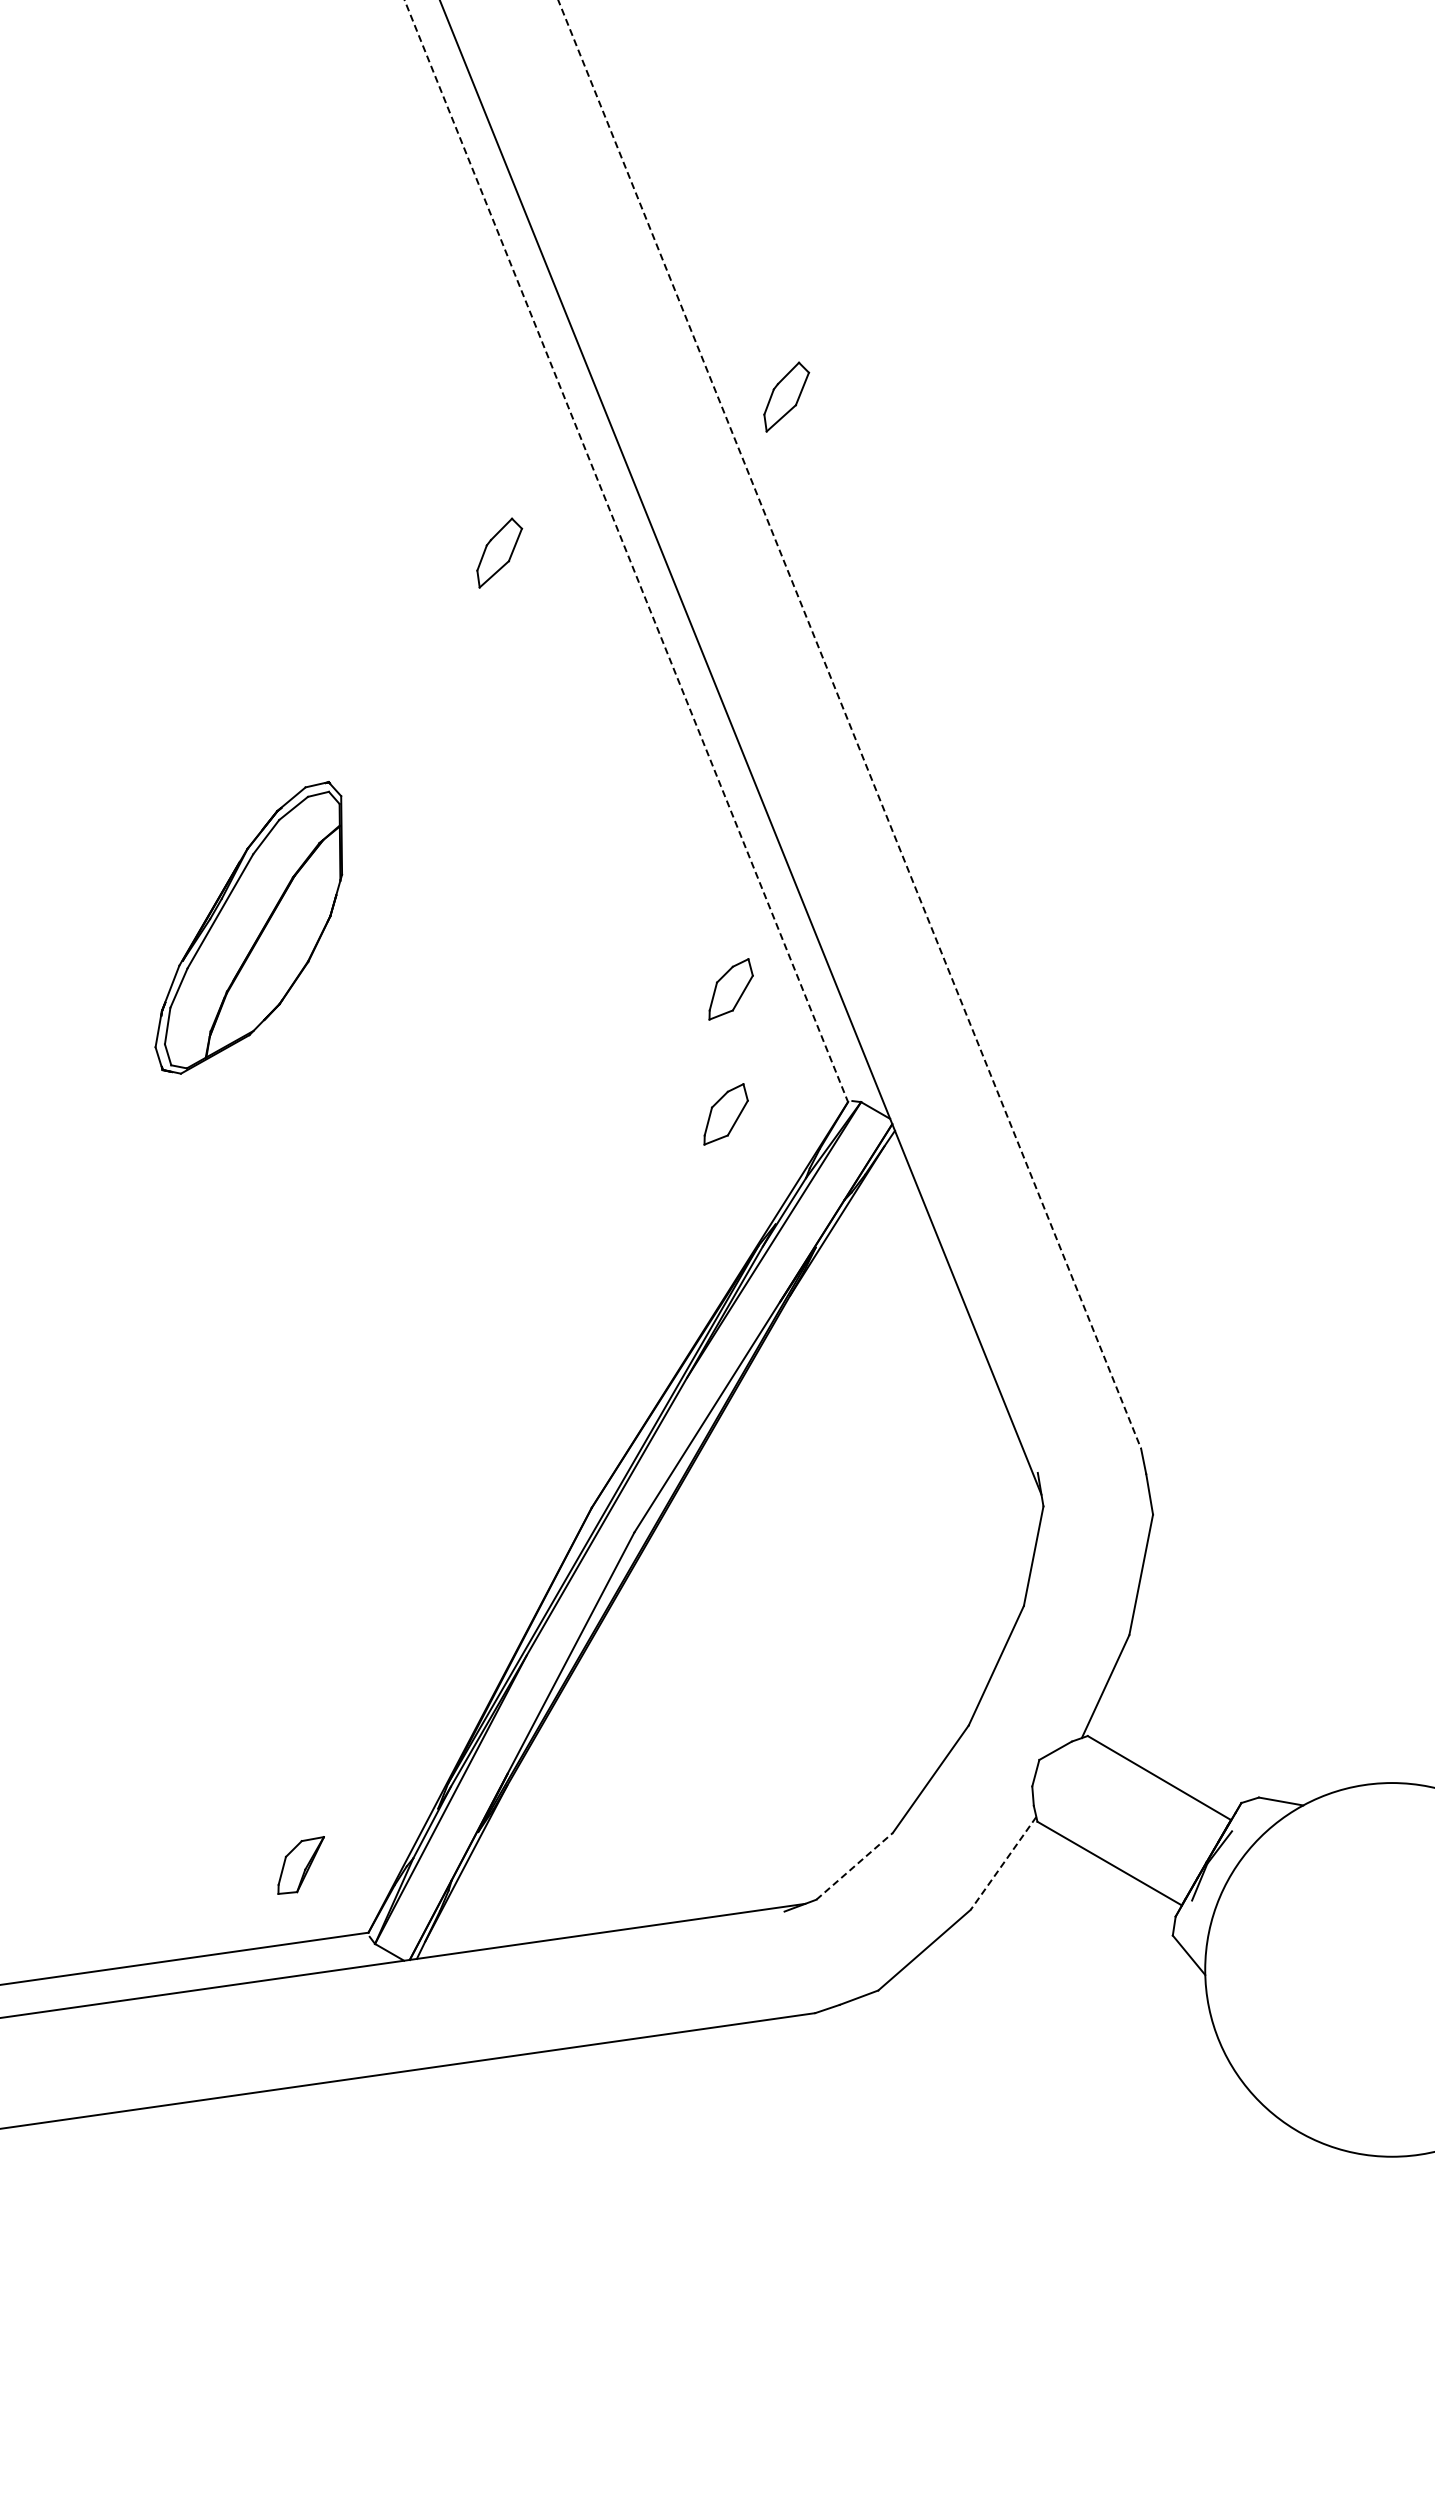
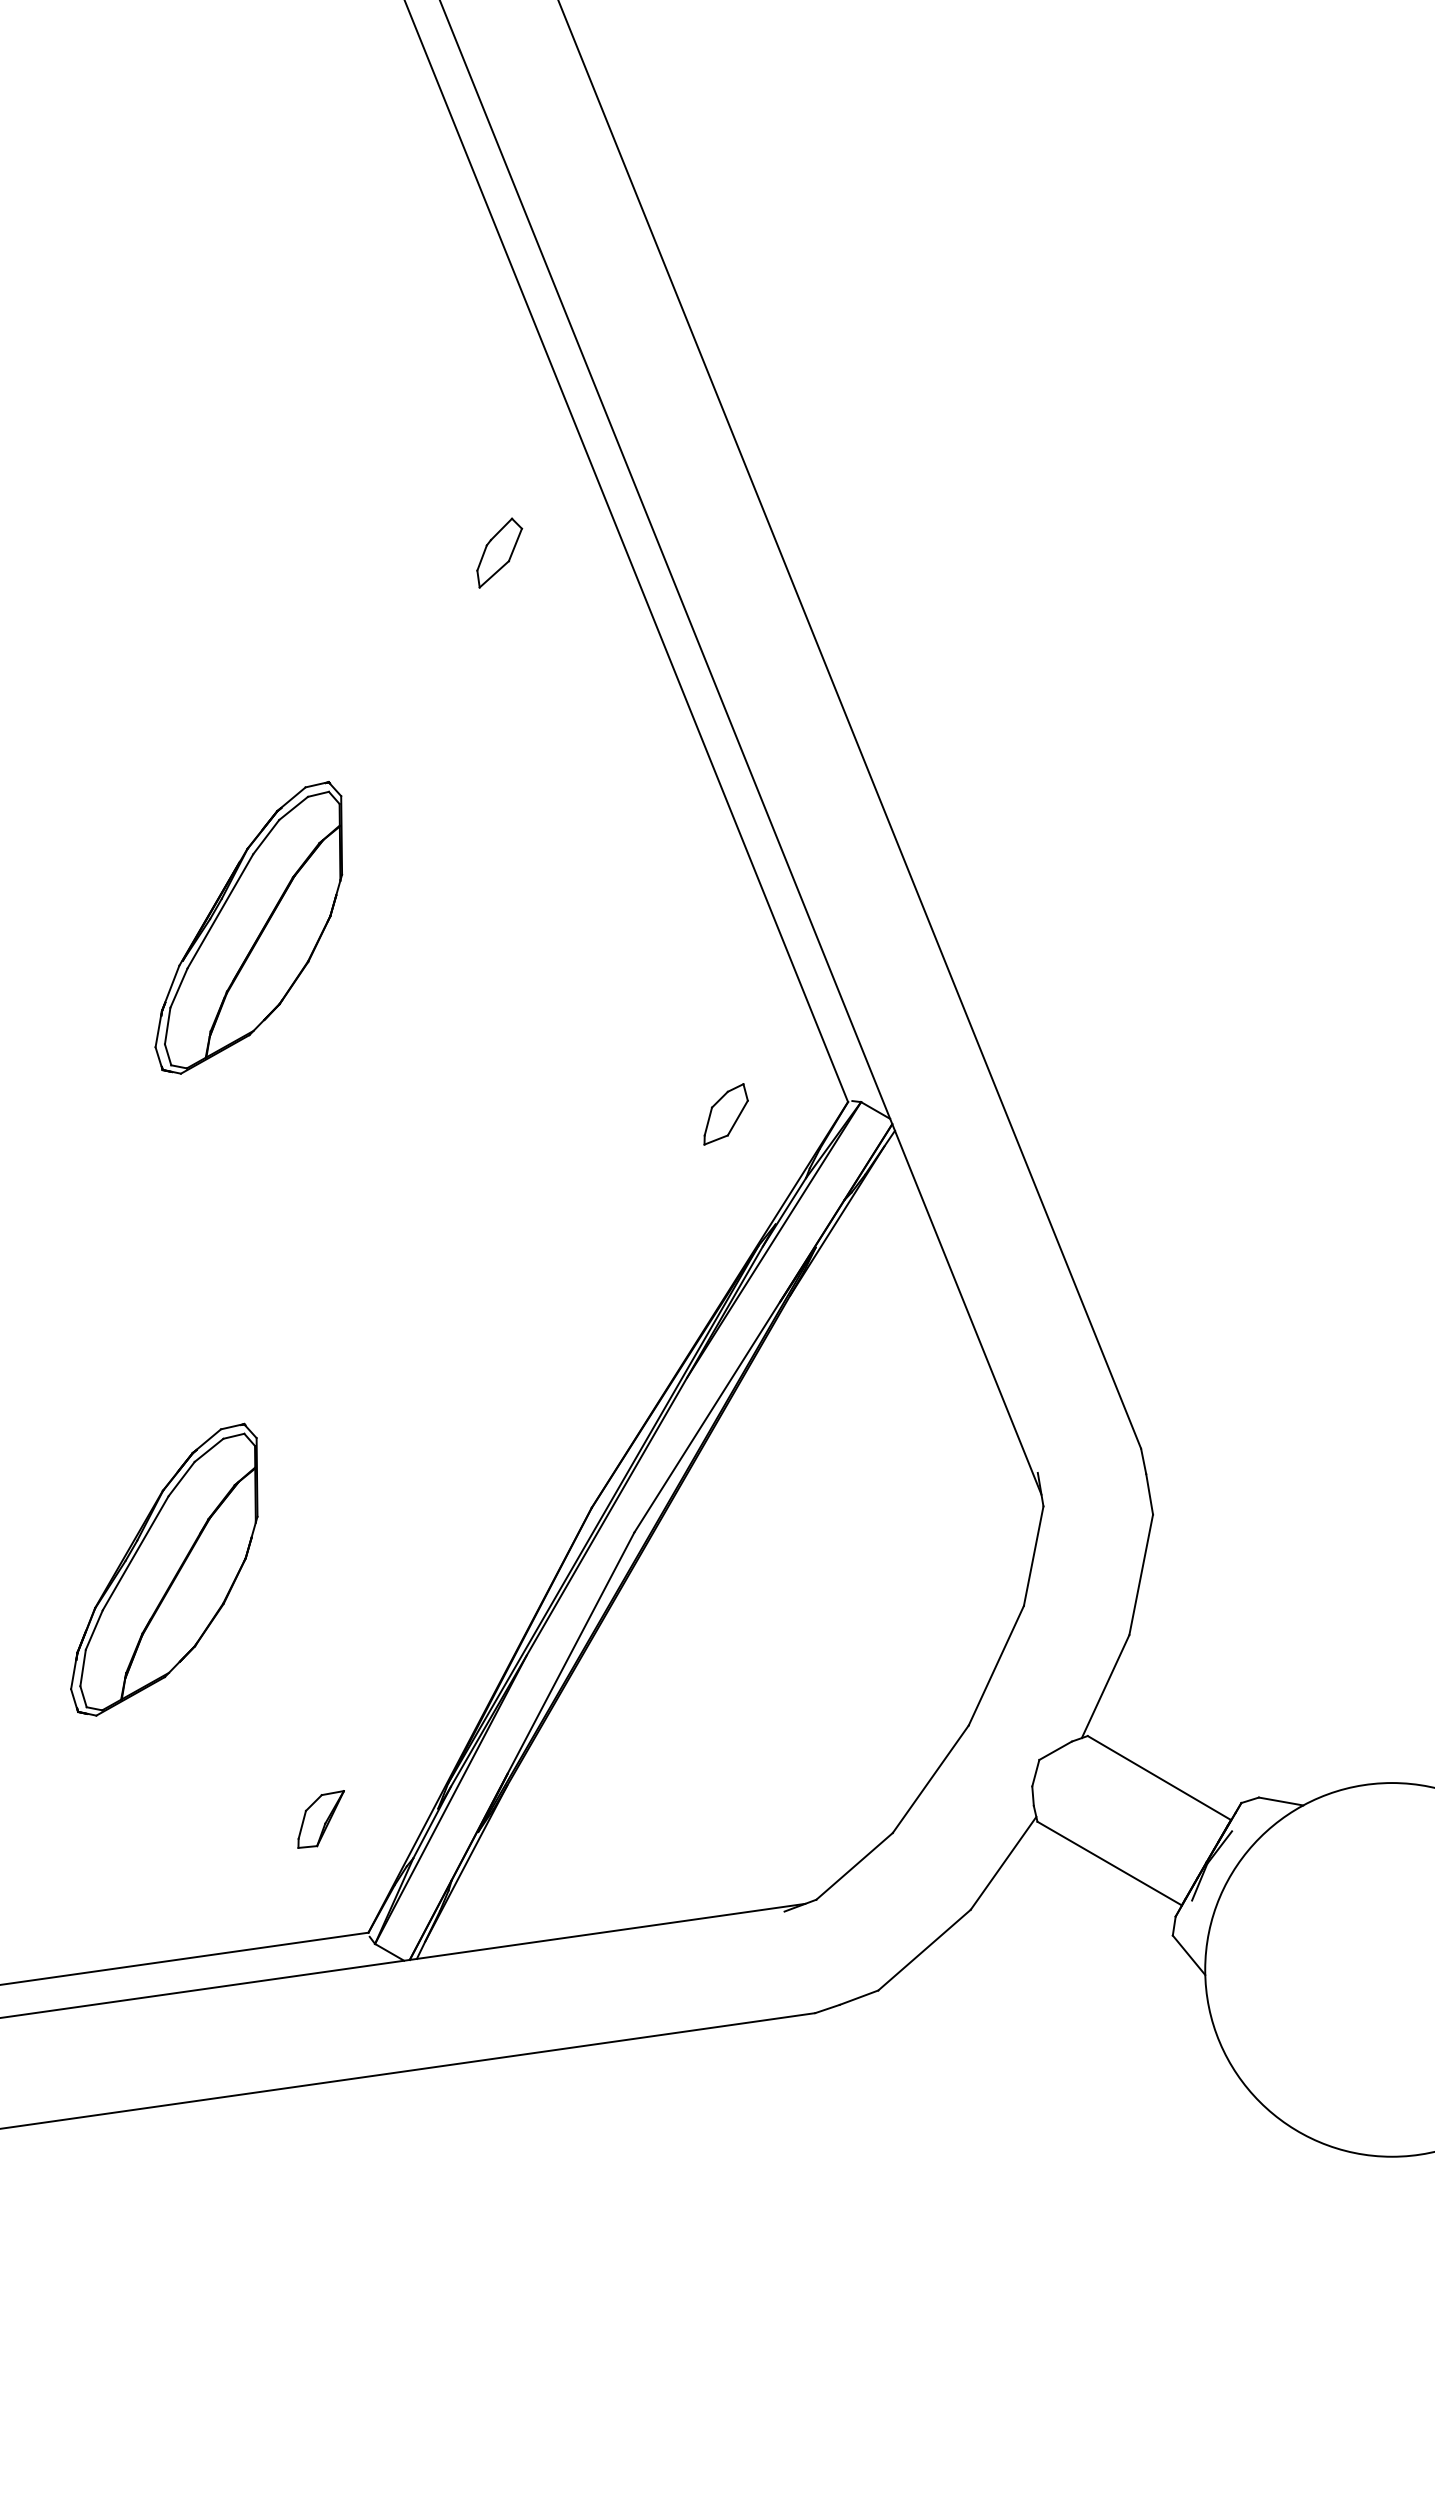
part at (786, 396): present -> none
line at (626, 551): dashed -> solid
line at (849, 725): dashed -> solid
part at (730, 989): present -> none
part at (164, 1569): none -> present
line at (1003, 1863): dashed -> solid
part at (300, 1865) position: (300, 1865) -> (320, 1819)
line at (854, 1866): dashed -> solid
